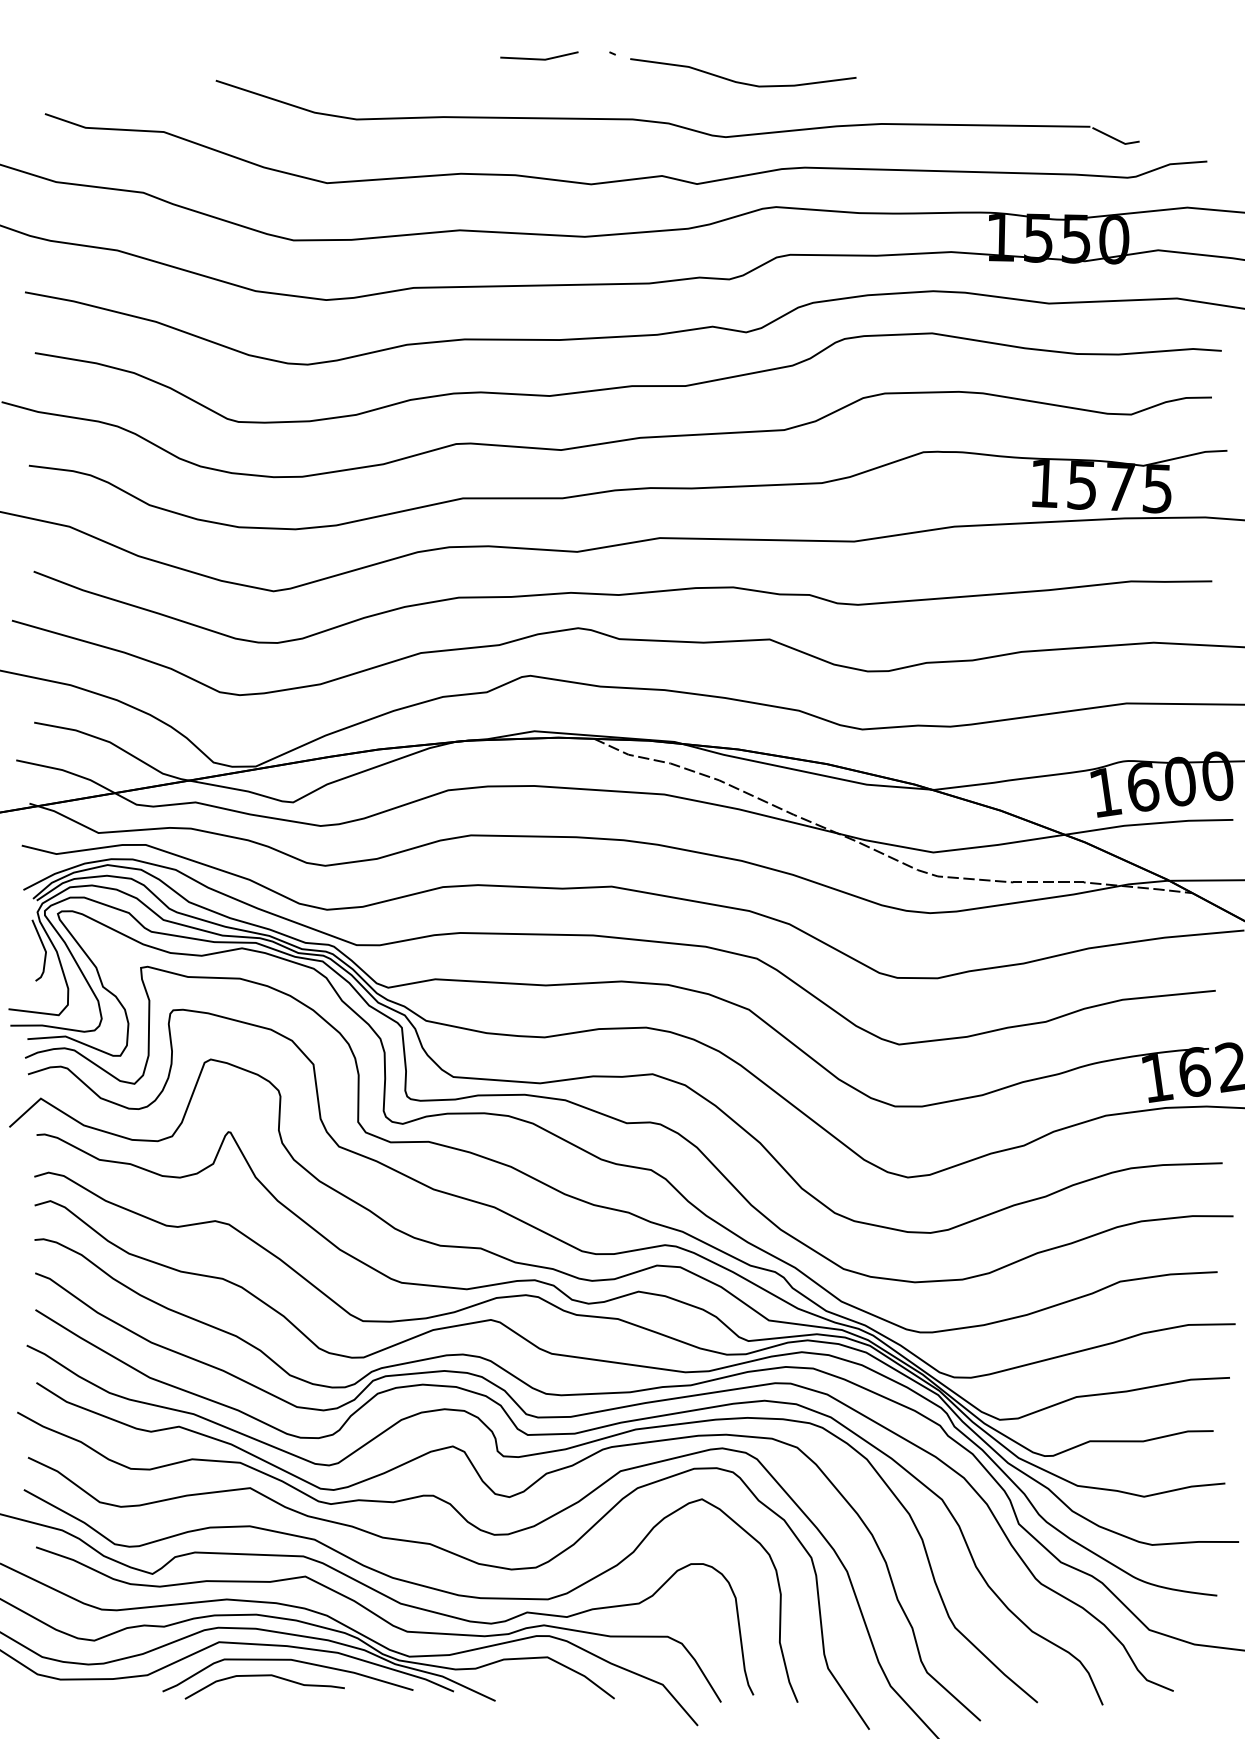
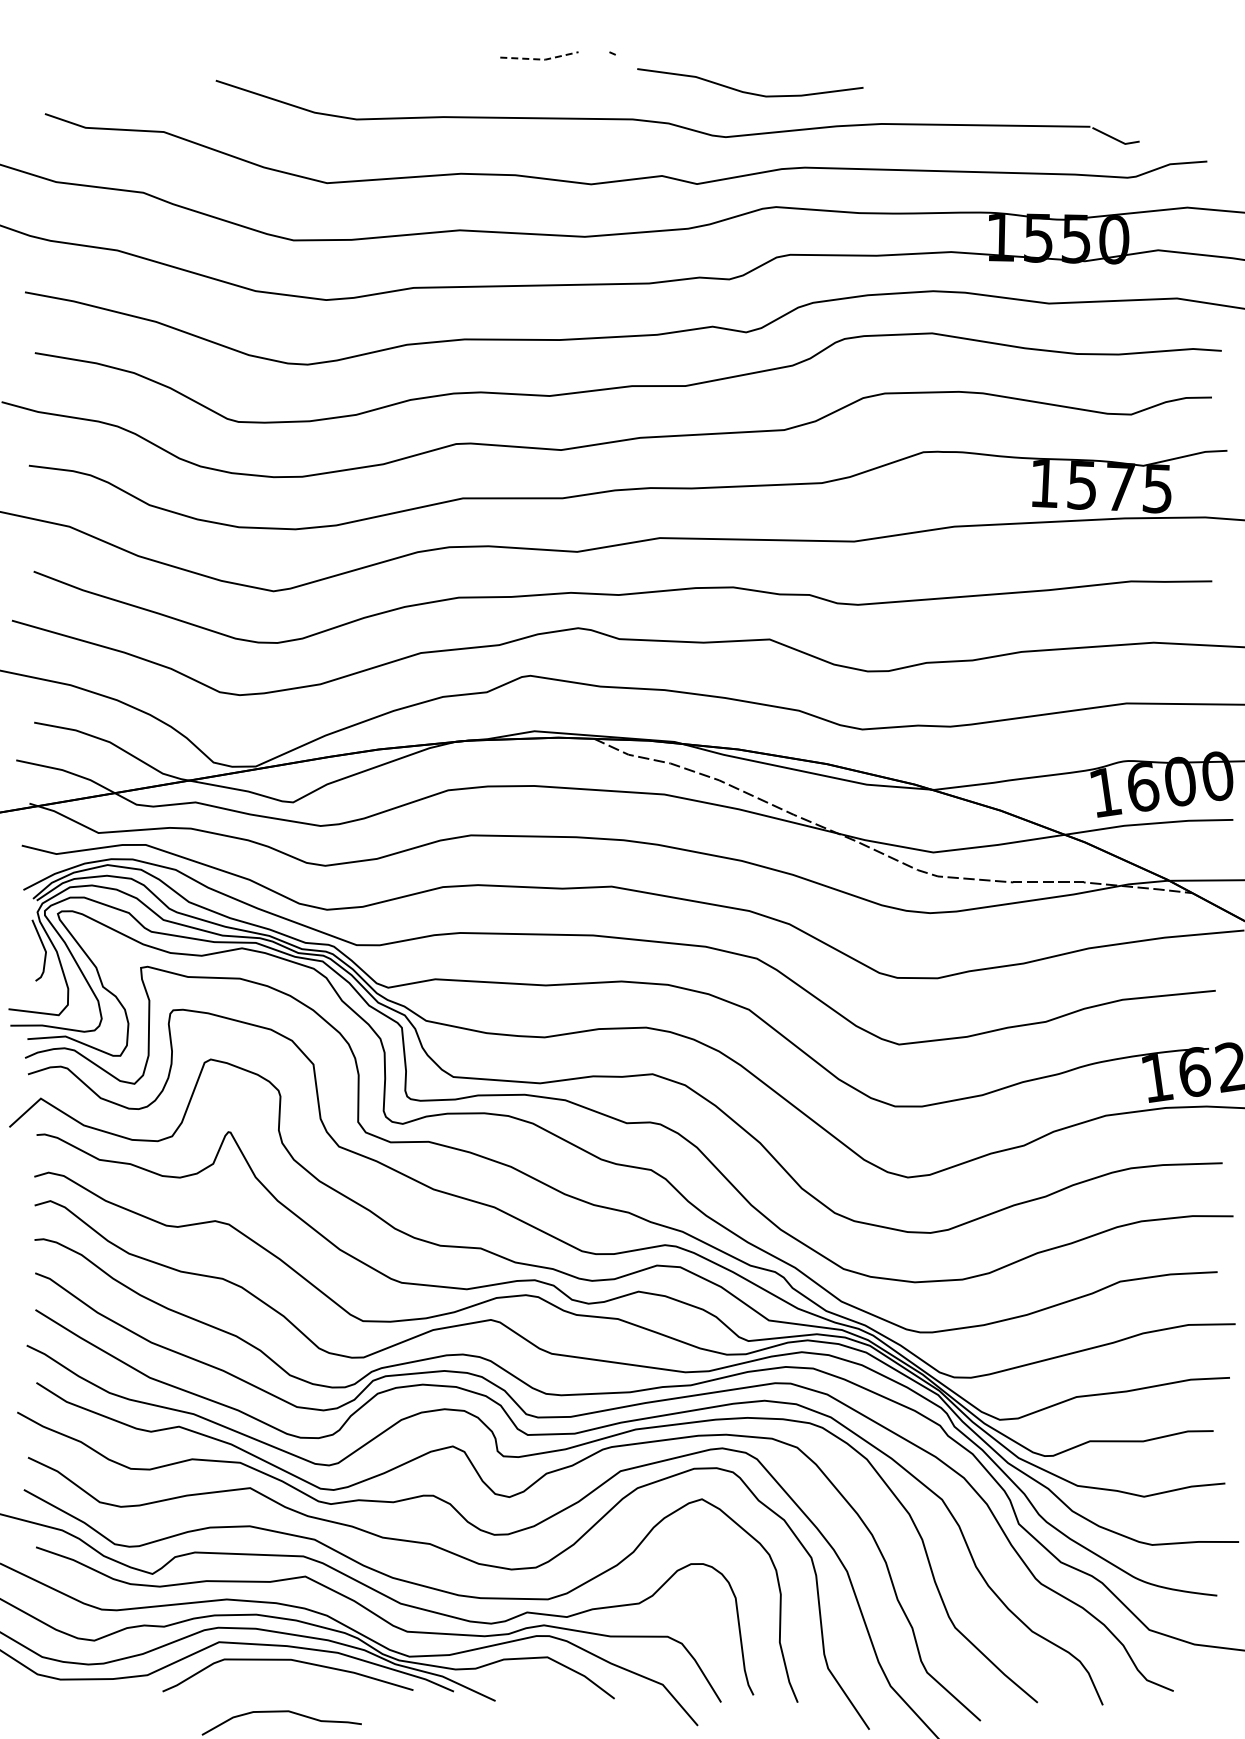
line at (541, 59): solid -> dashed
curve at (739, 81) position: (739, 81) -> (746, 91)
curve at (264, 1676) position: (264, 1676) -> (281, 1712)
